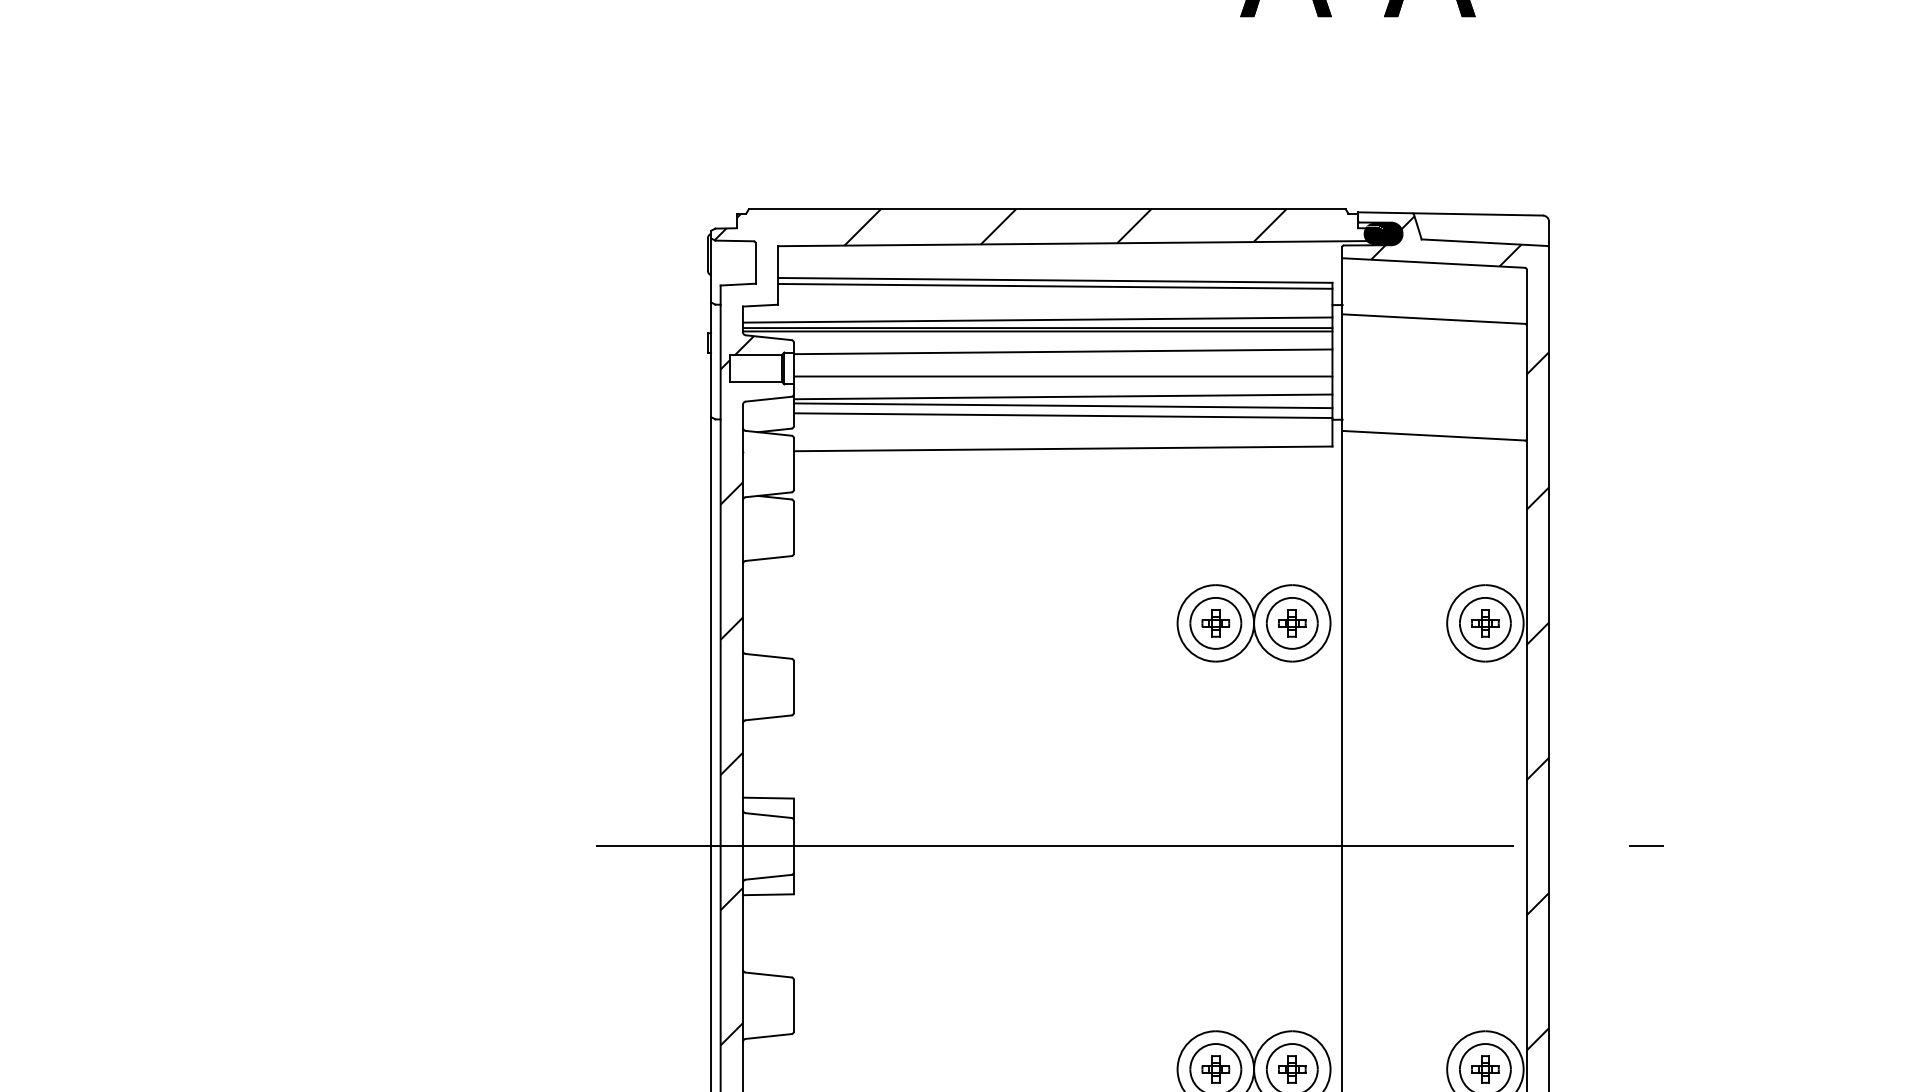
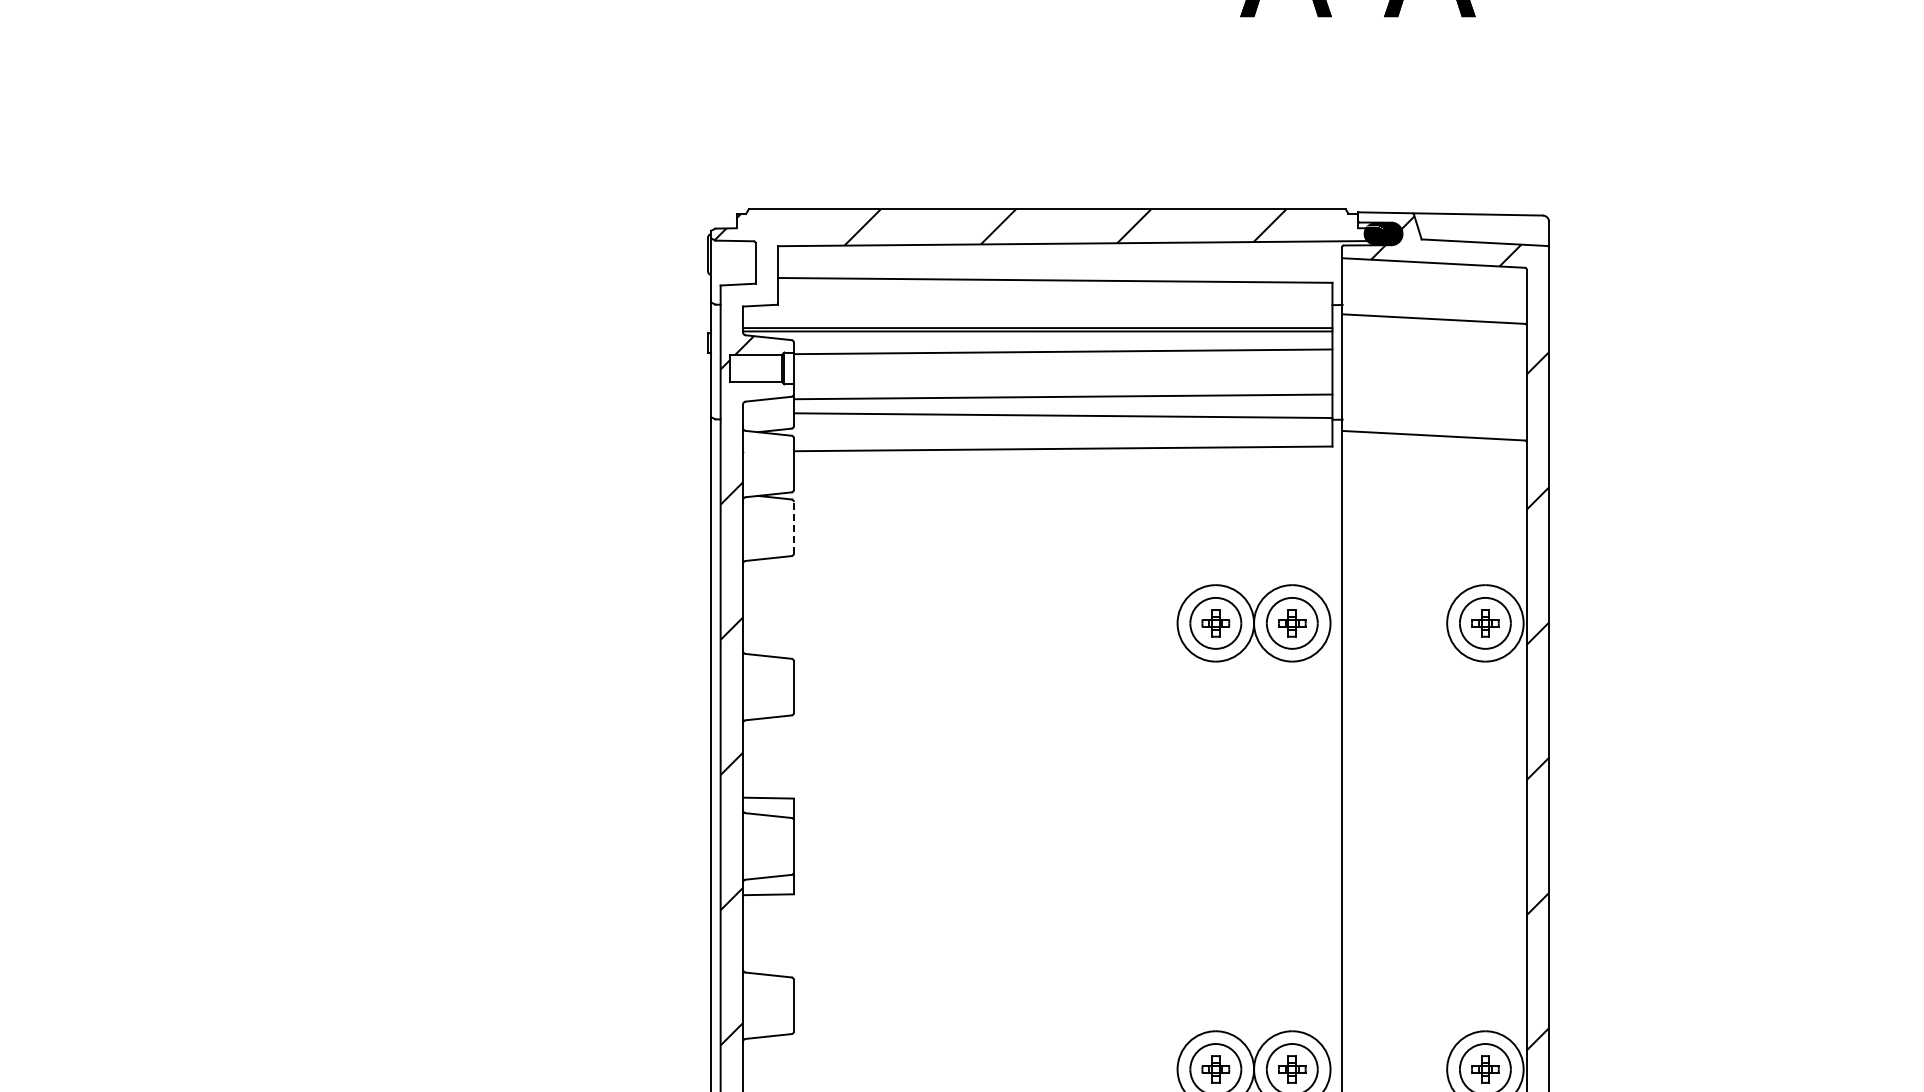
line at (1055, 285): present -> none
line at (1037, 319): present -> none
line at (1062, 376): present -> none
line at (1062, 405): present -> none
line at (793, 527): solid -> dashed
line at (1129, 846): present -> none
